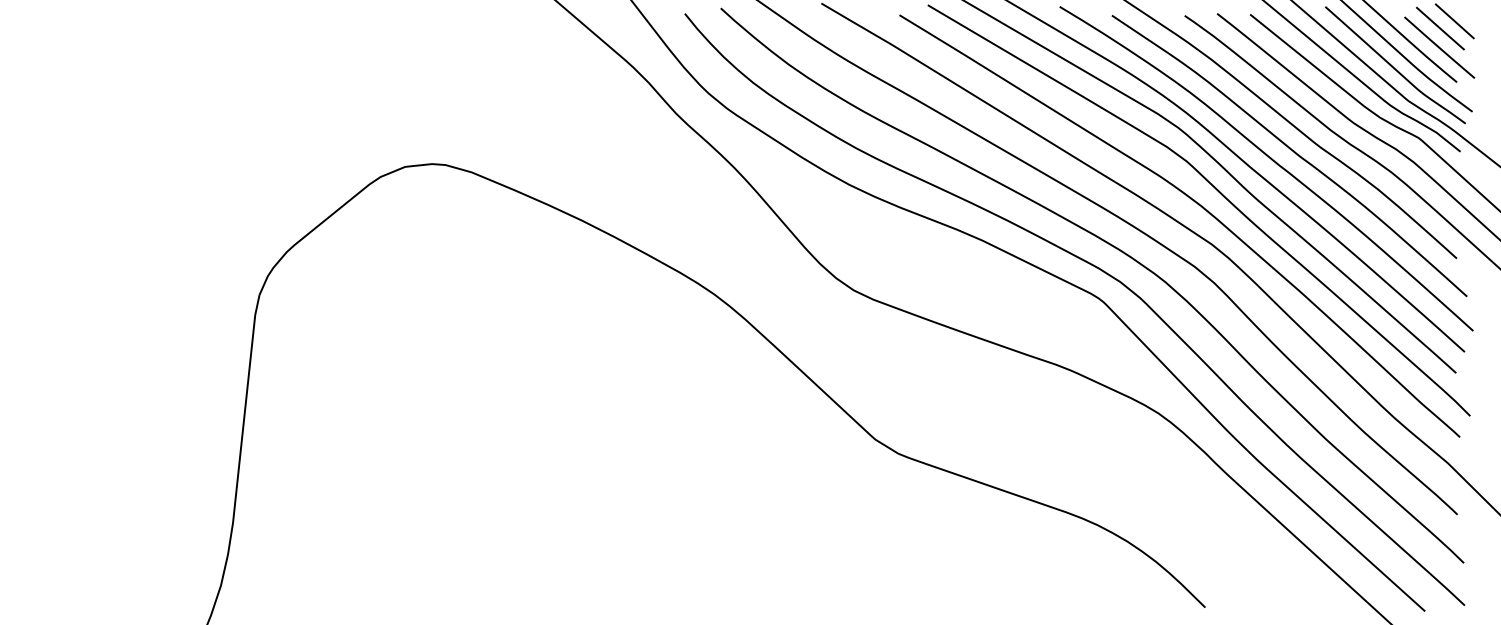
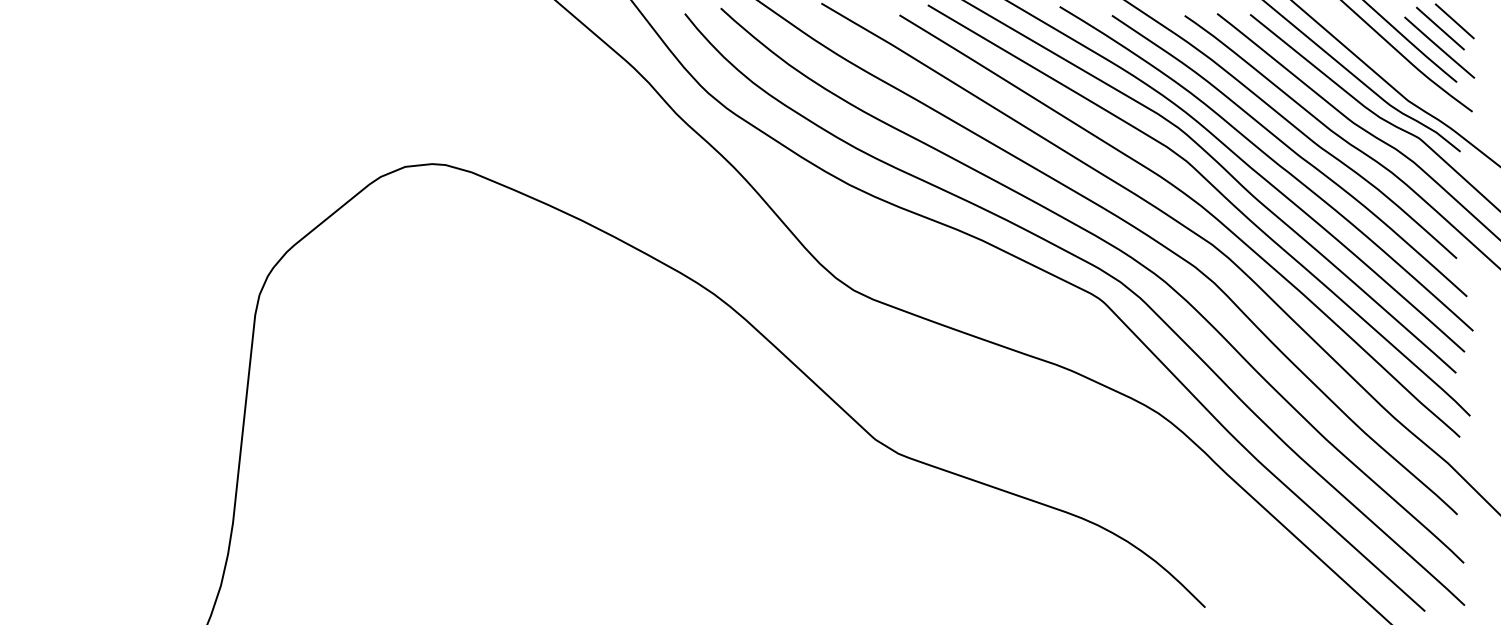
curve at (1393, 66): present -> none
